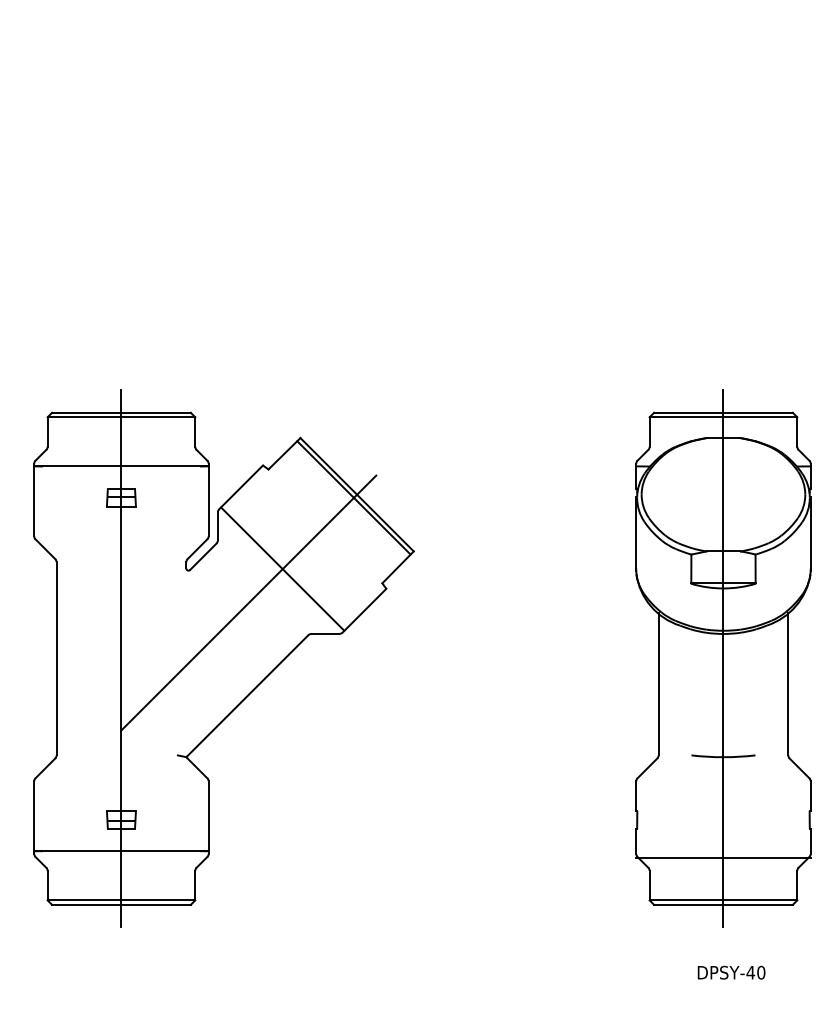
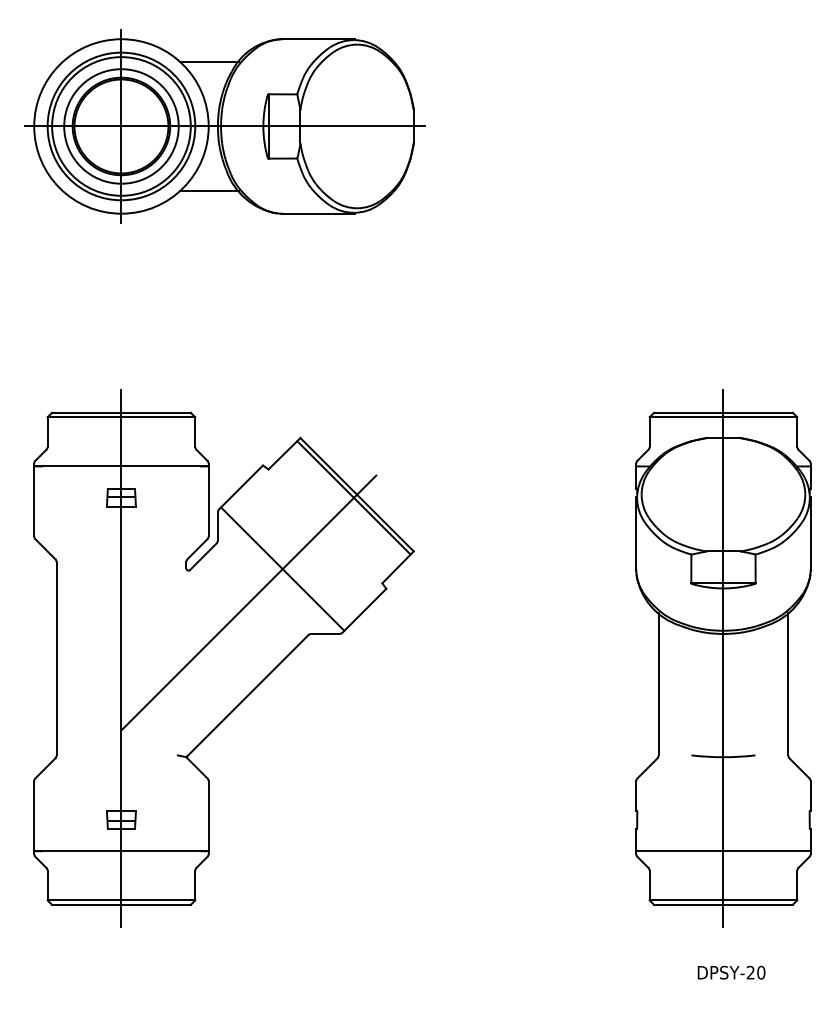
part at (224, 126): none -> present
line at (723, 858) position: (723, 858) -> (723, 851)
text at (750, 972): DPSY-40 -> DPSY-20
